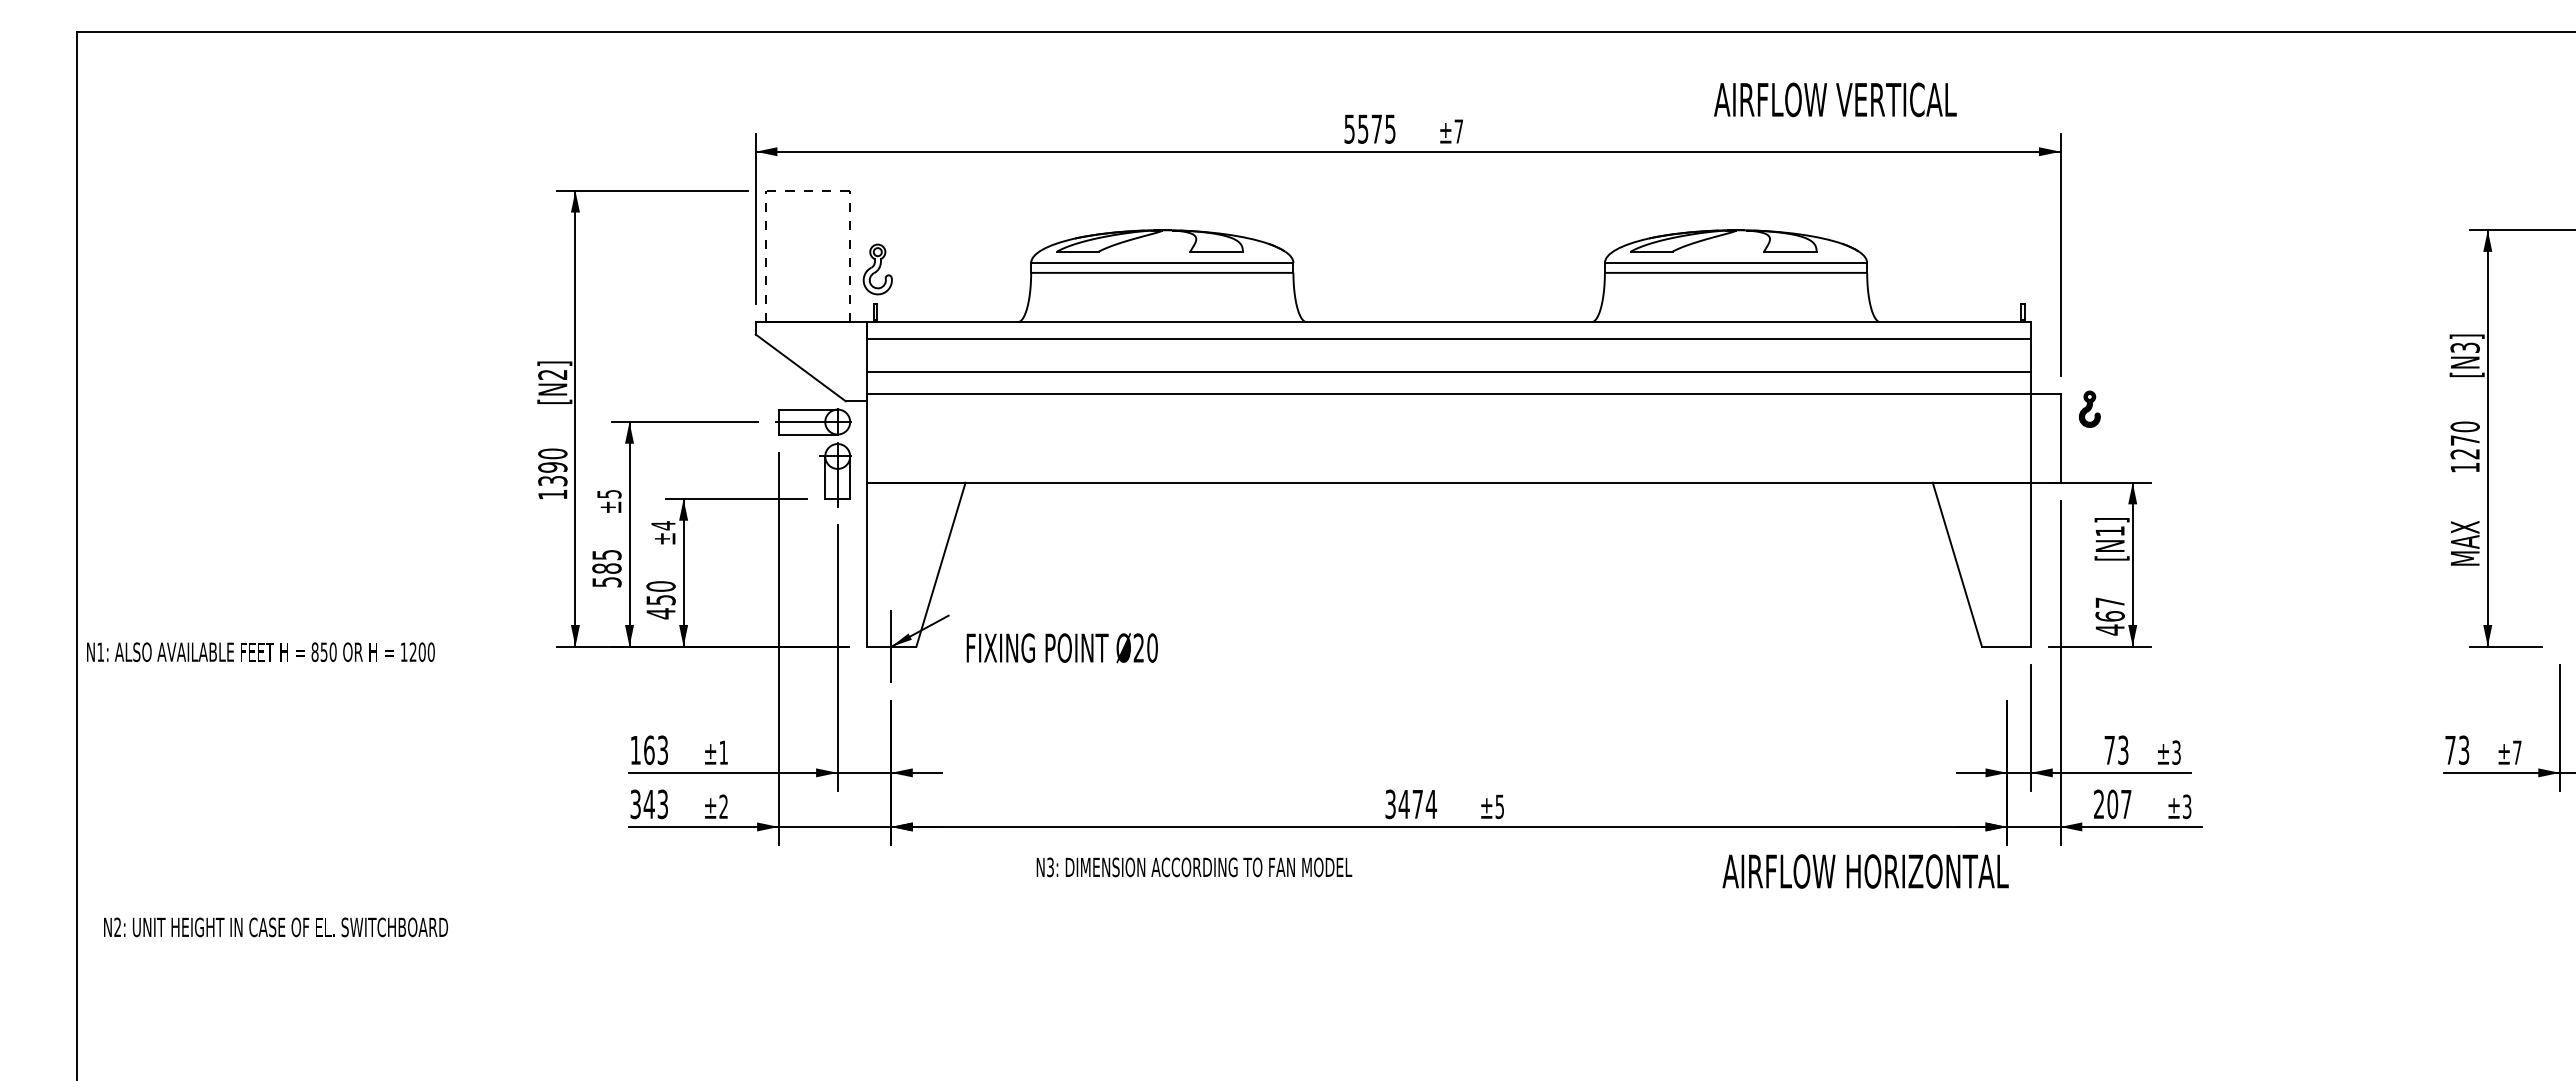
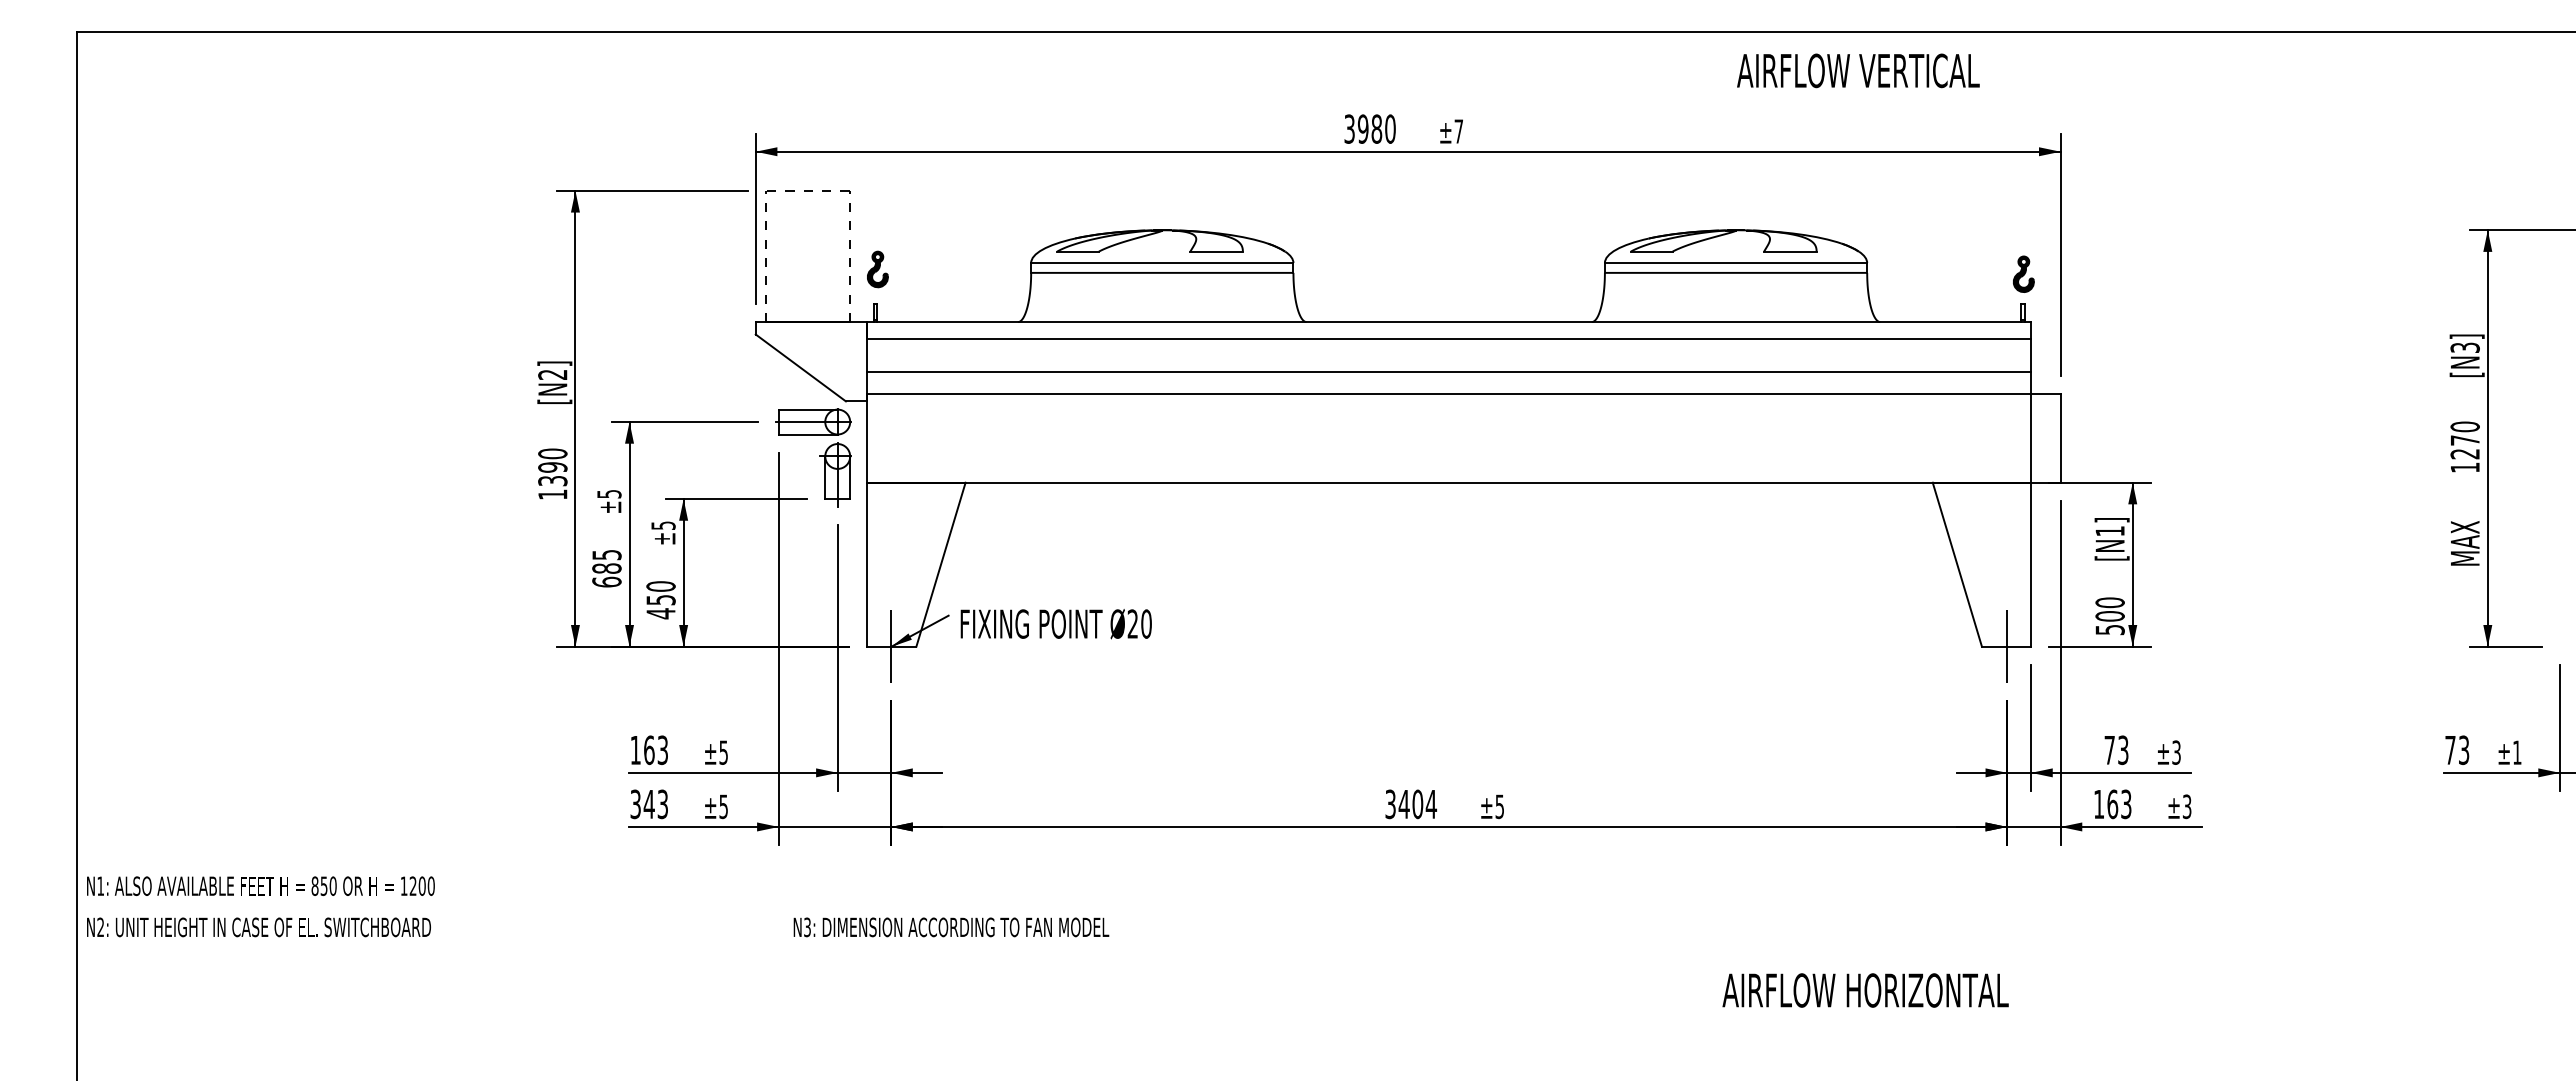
text at (1835, 99) position: (1835, 99) -> (1858, 70)
text at (1370, 128): 5575 -> 3980
part at (877, 269) size: 31x53 px -> 22x39 px
part at (2089, 408) position: (2089, 408) -> (2023, 273)
text at (663, 525): ±4 -> ±5
text at (606, 581): 585 -> 685
text at (2109, 616): 467 -> 500
line at (2007, 645): none -> present
text at (1061, 648) position: (1061, 648) -> (1055, 624)
text at (260, 651) position: (260, 651) -> (260, 885)
text at (723, 752): ±1 -> ±5
text at (2517, 752): ±7 -> ±1
text at (1417, 804): 3474 -> 3404
text at (2112, 804): 207 -> 163
text at (723, 806): ±2 -> ±5
text at (1194, 867) position: (1194, 867) -> (951, 927)
text at (1865, 871) position: (1865, 871) -> (1865, 990)
text at (275, 927) position: (275, 927) -> (258, 927)
